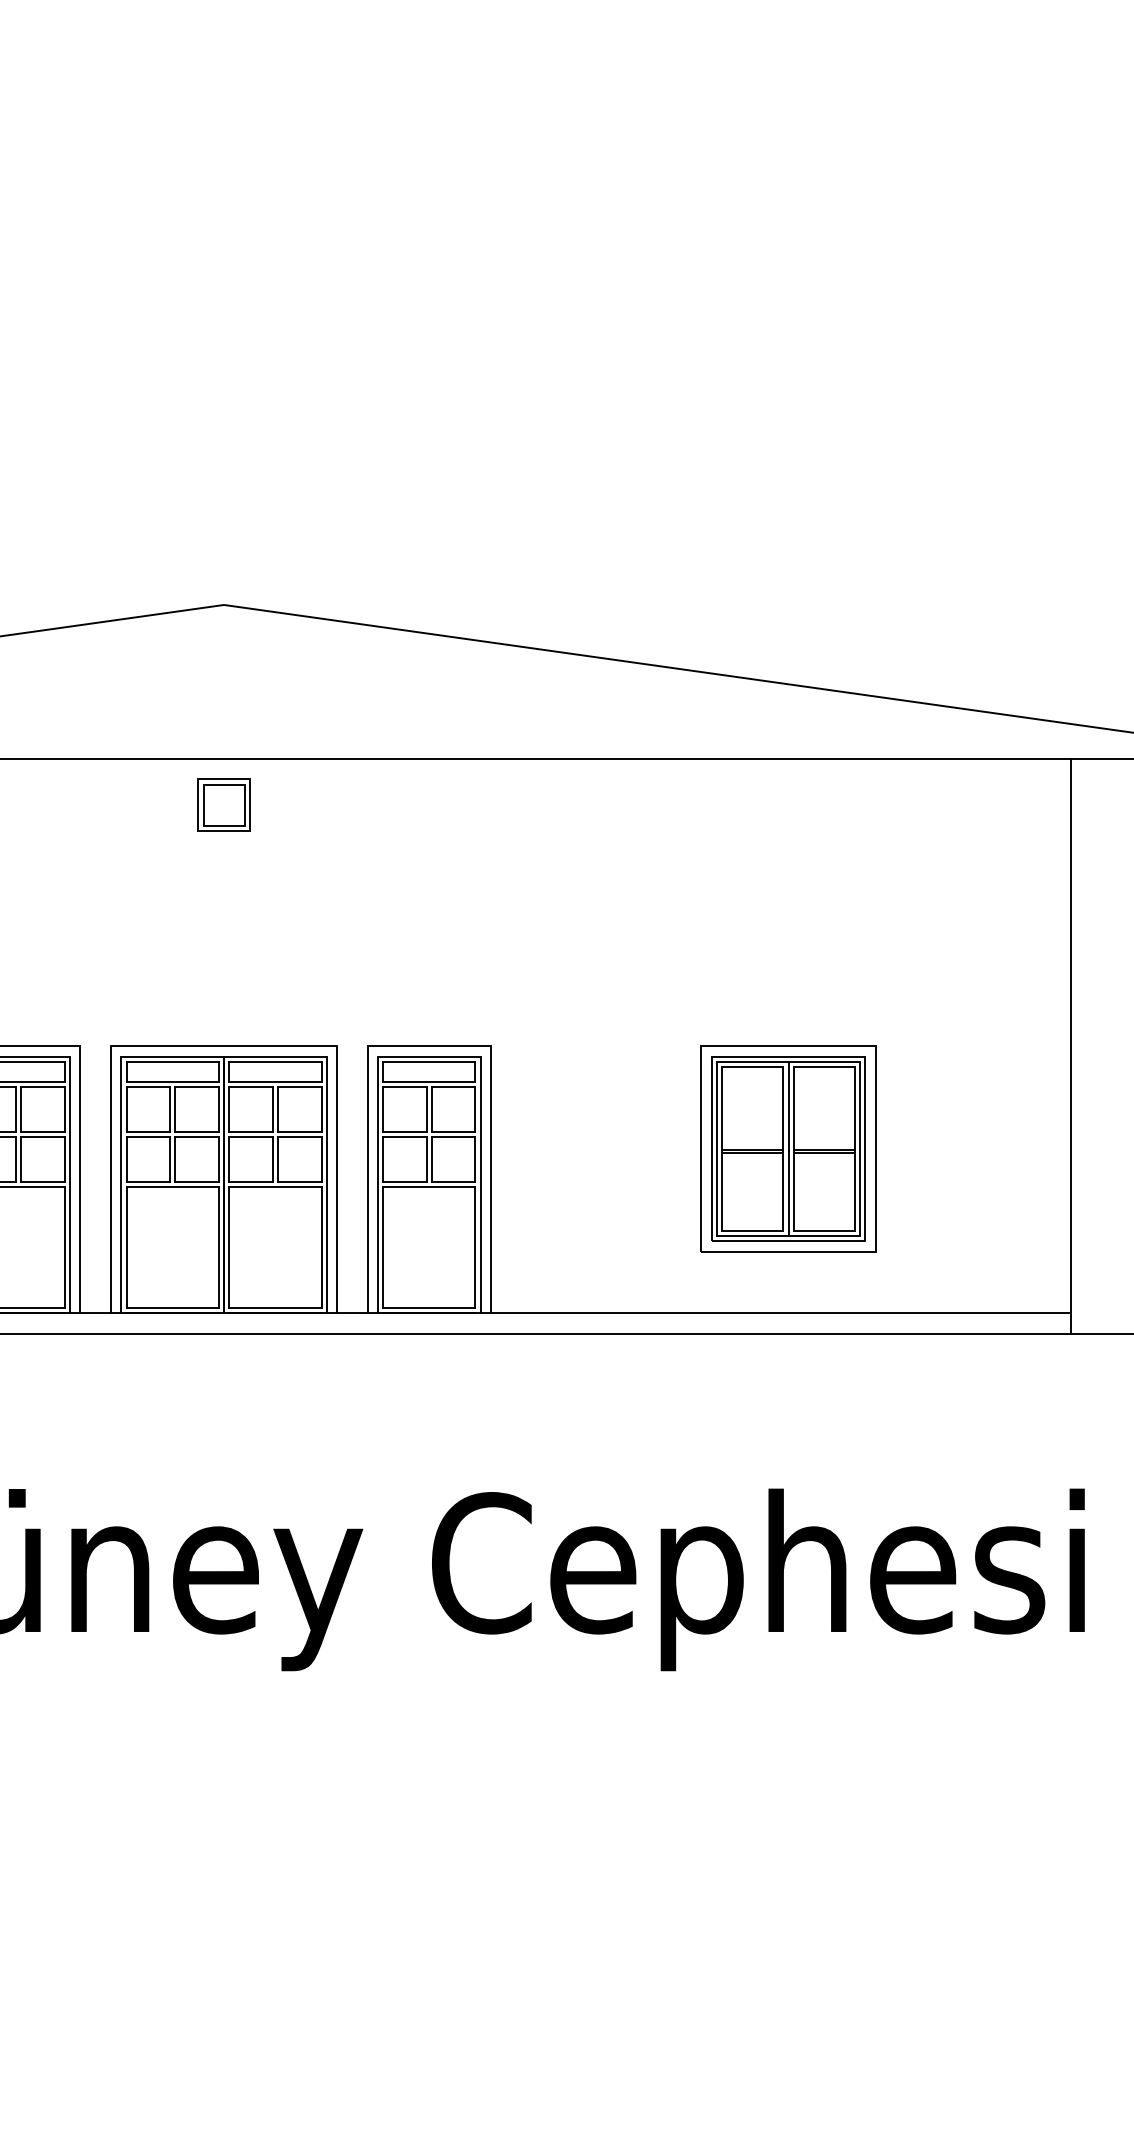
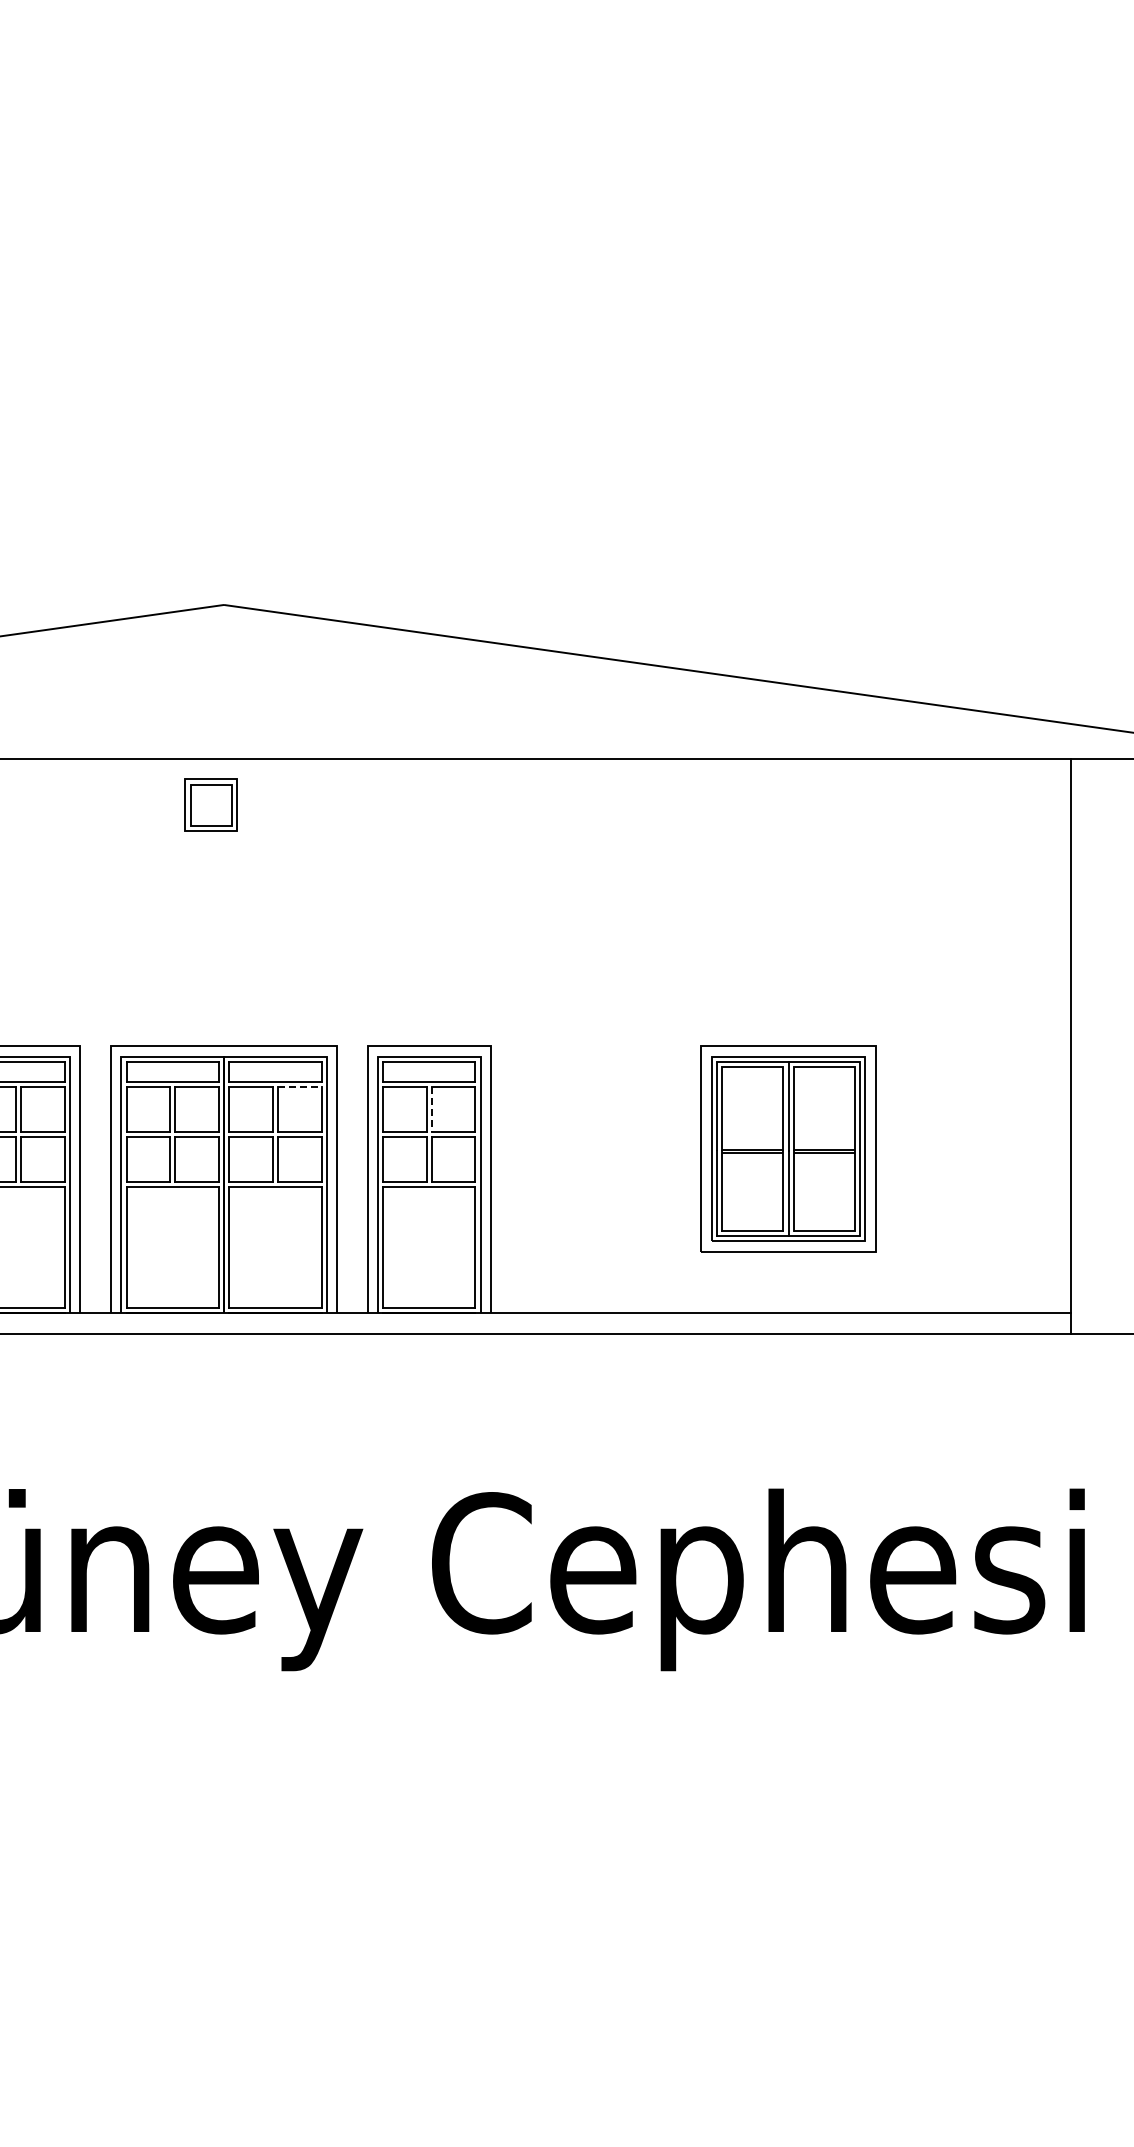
part at (223, 804) position: (223, 804) -> (210, 804)
line at (299, 1087): solid -> dashed
line at (431, 1110): solid -> dashed
